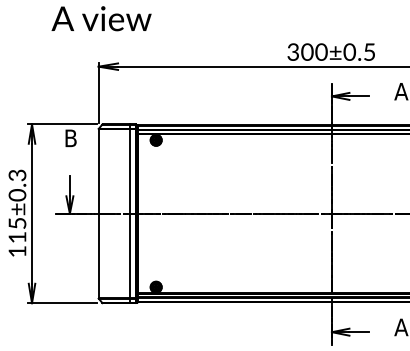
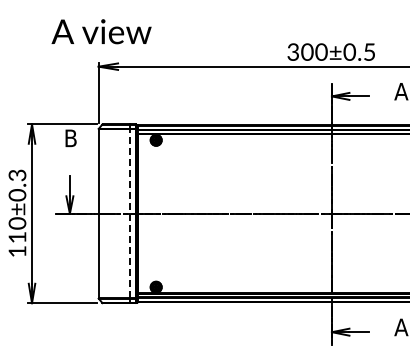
text at (101, 18) position: (101, 18) -> (101, 31)
line at (129, 213): solid -> dashed
text at (17, 223): 115±0.3 -> 110±0.3
